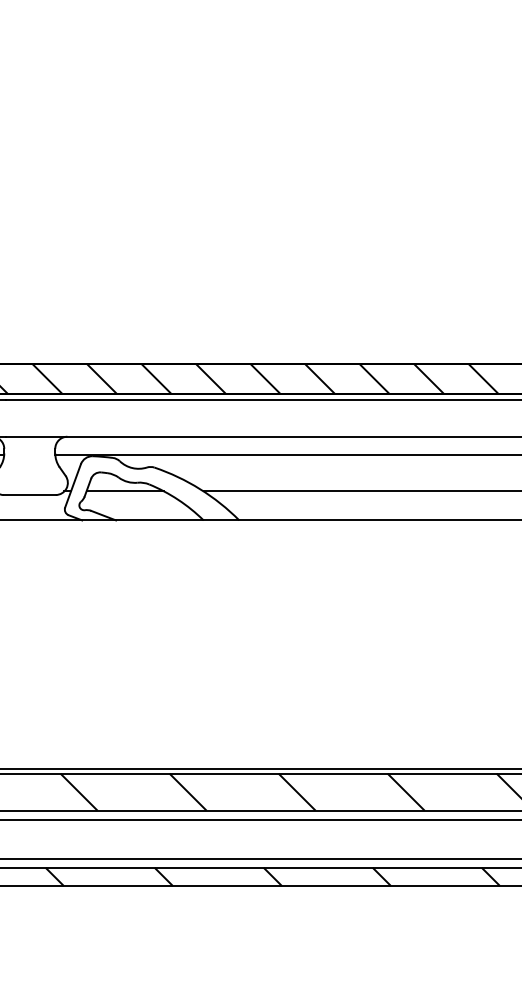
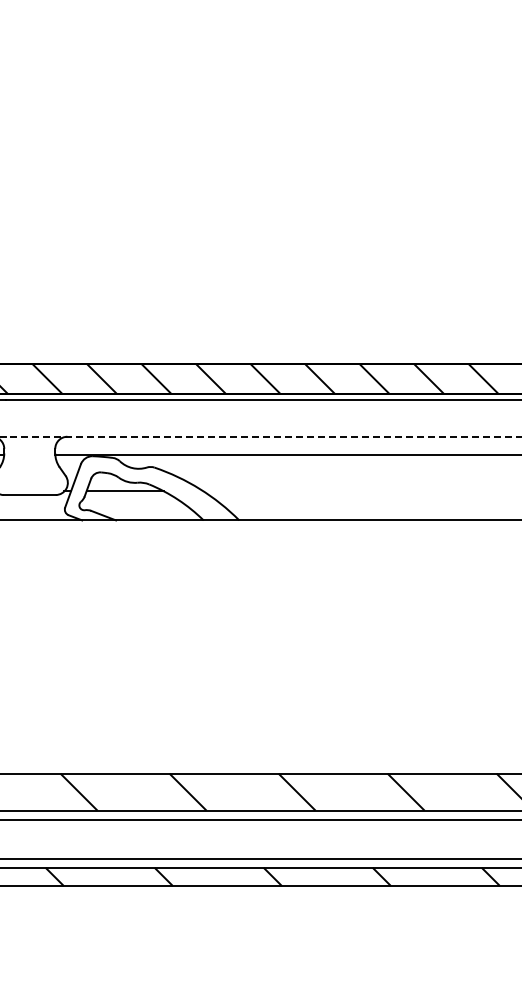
line at (263, 436): solid -> dashed
line at (360, 491): present -> none
line at (260, 769): present -> none
